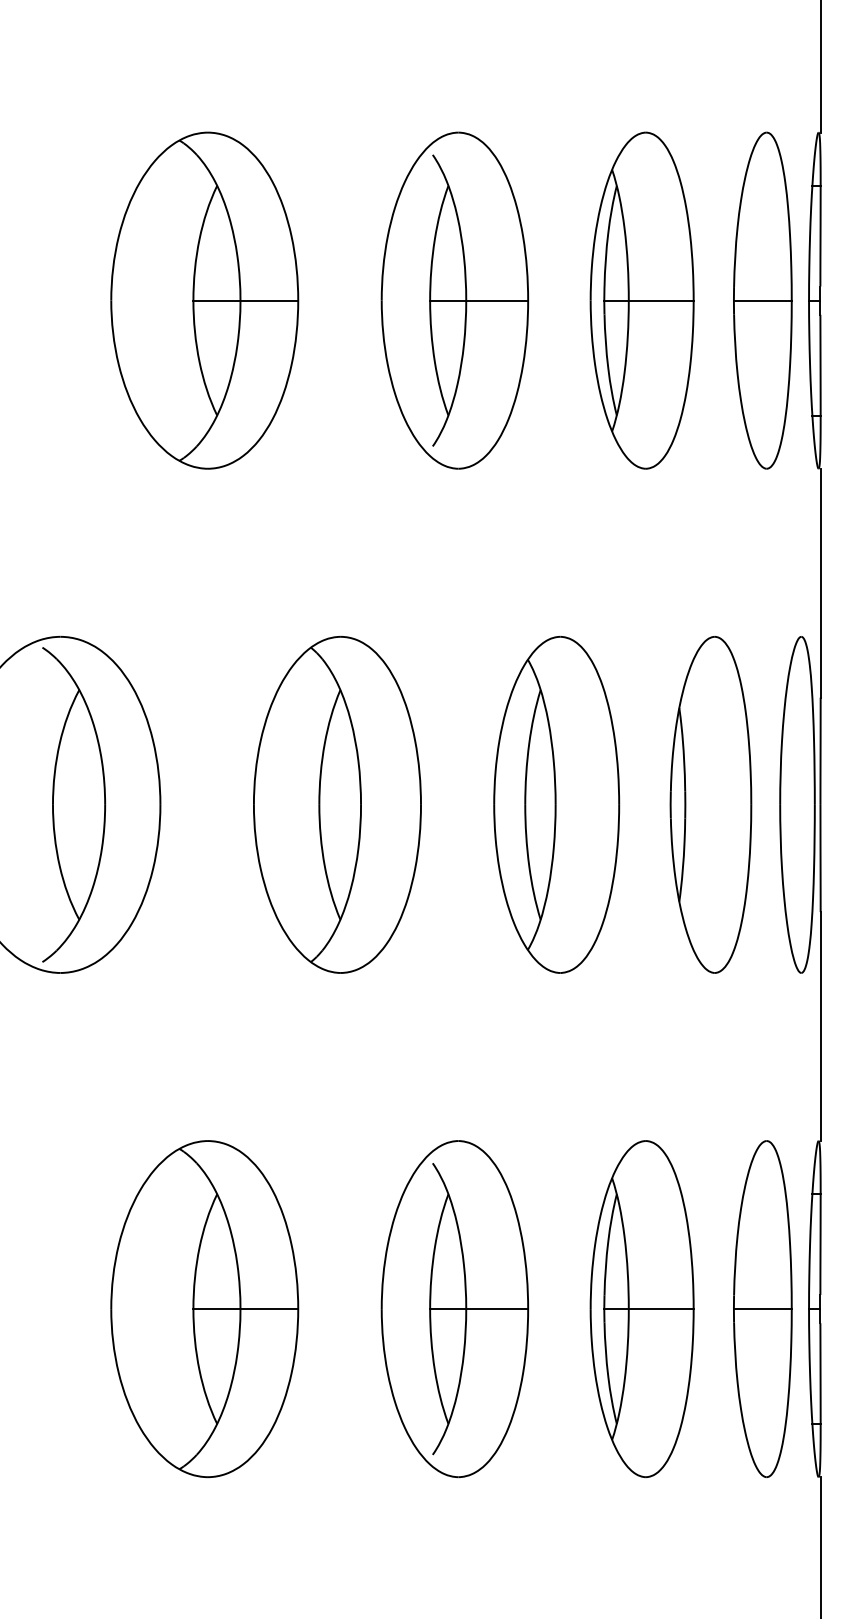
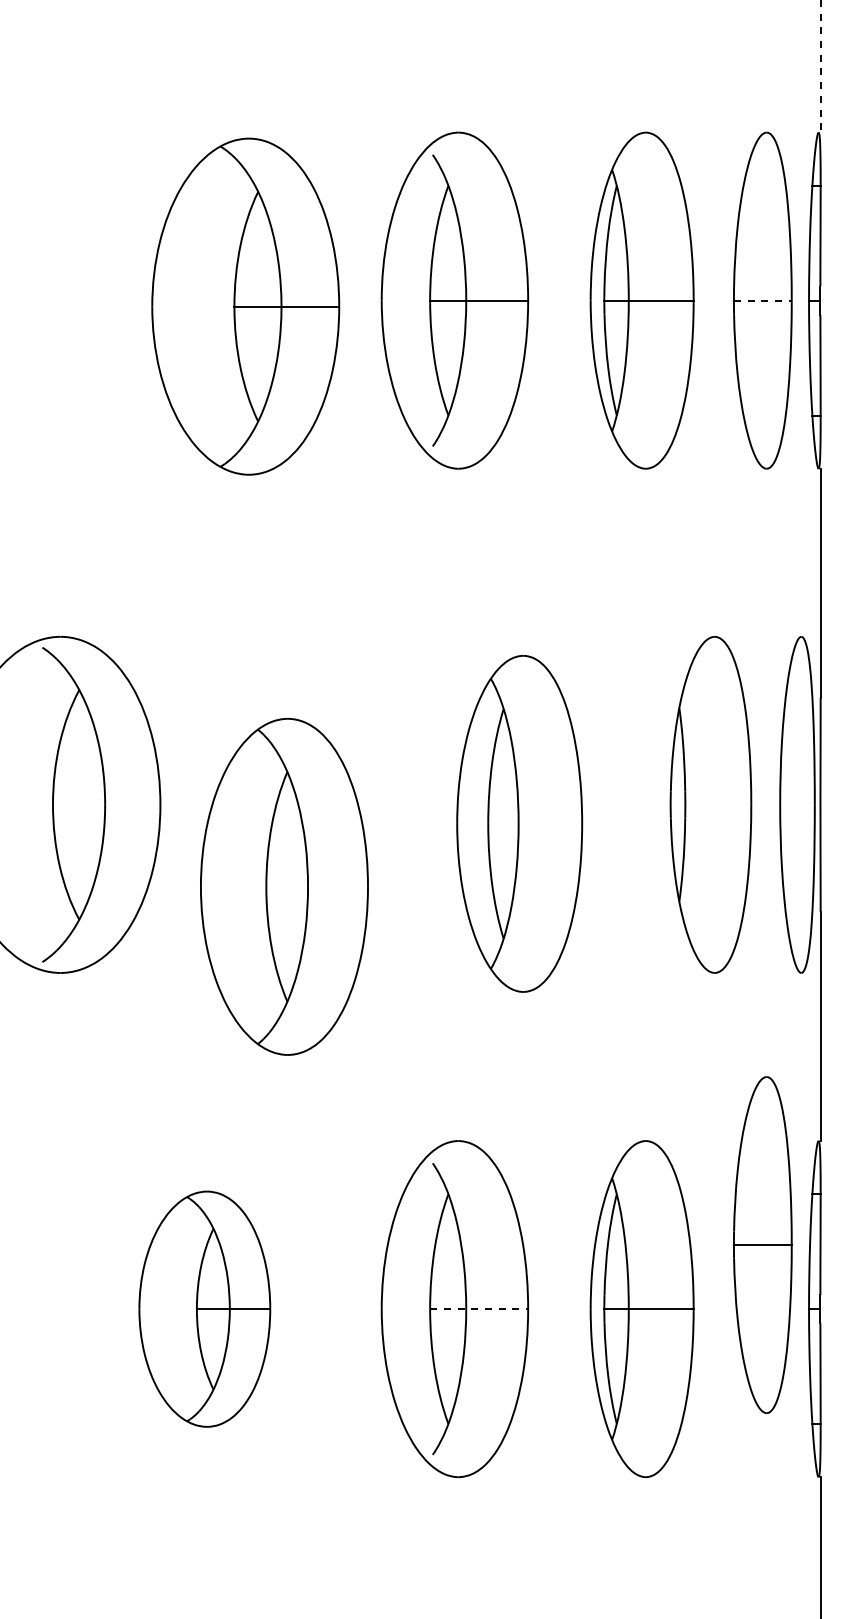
line at (820, 66): solid -> dashed
part at (204, 300) position: (204, 300) -> (245, 306)
line at (762, 300): solid -> dashed
part at (337, 804) position: (337, 804) -> (284, 886)
part at (556, 804) position: (556, 804) -> (519, 823)
part at (762, 1308) position: (762, 1308) -> (762, 1244)
part at (204, 1309) size: 190x339 px -> 134x238 px
line at (479, 1309): solid -> dashed
